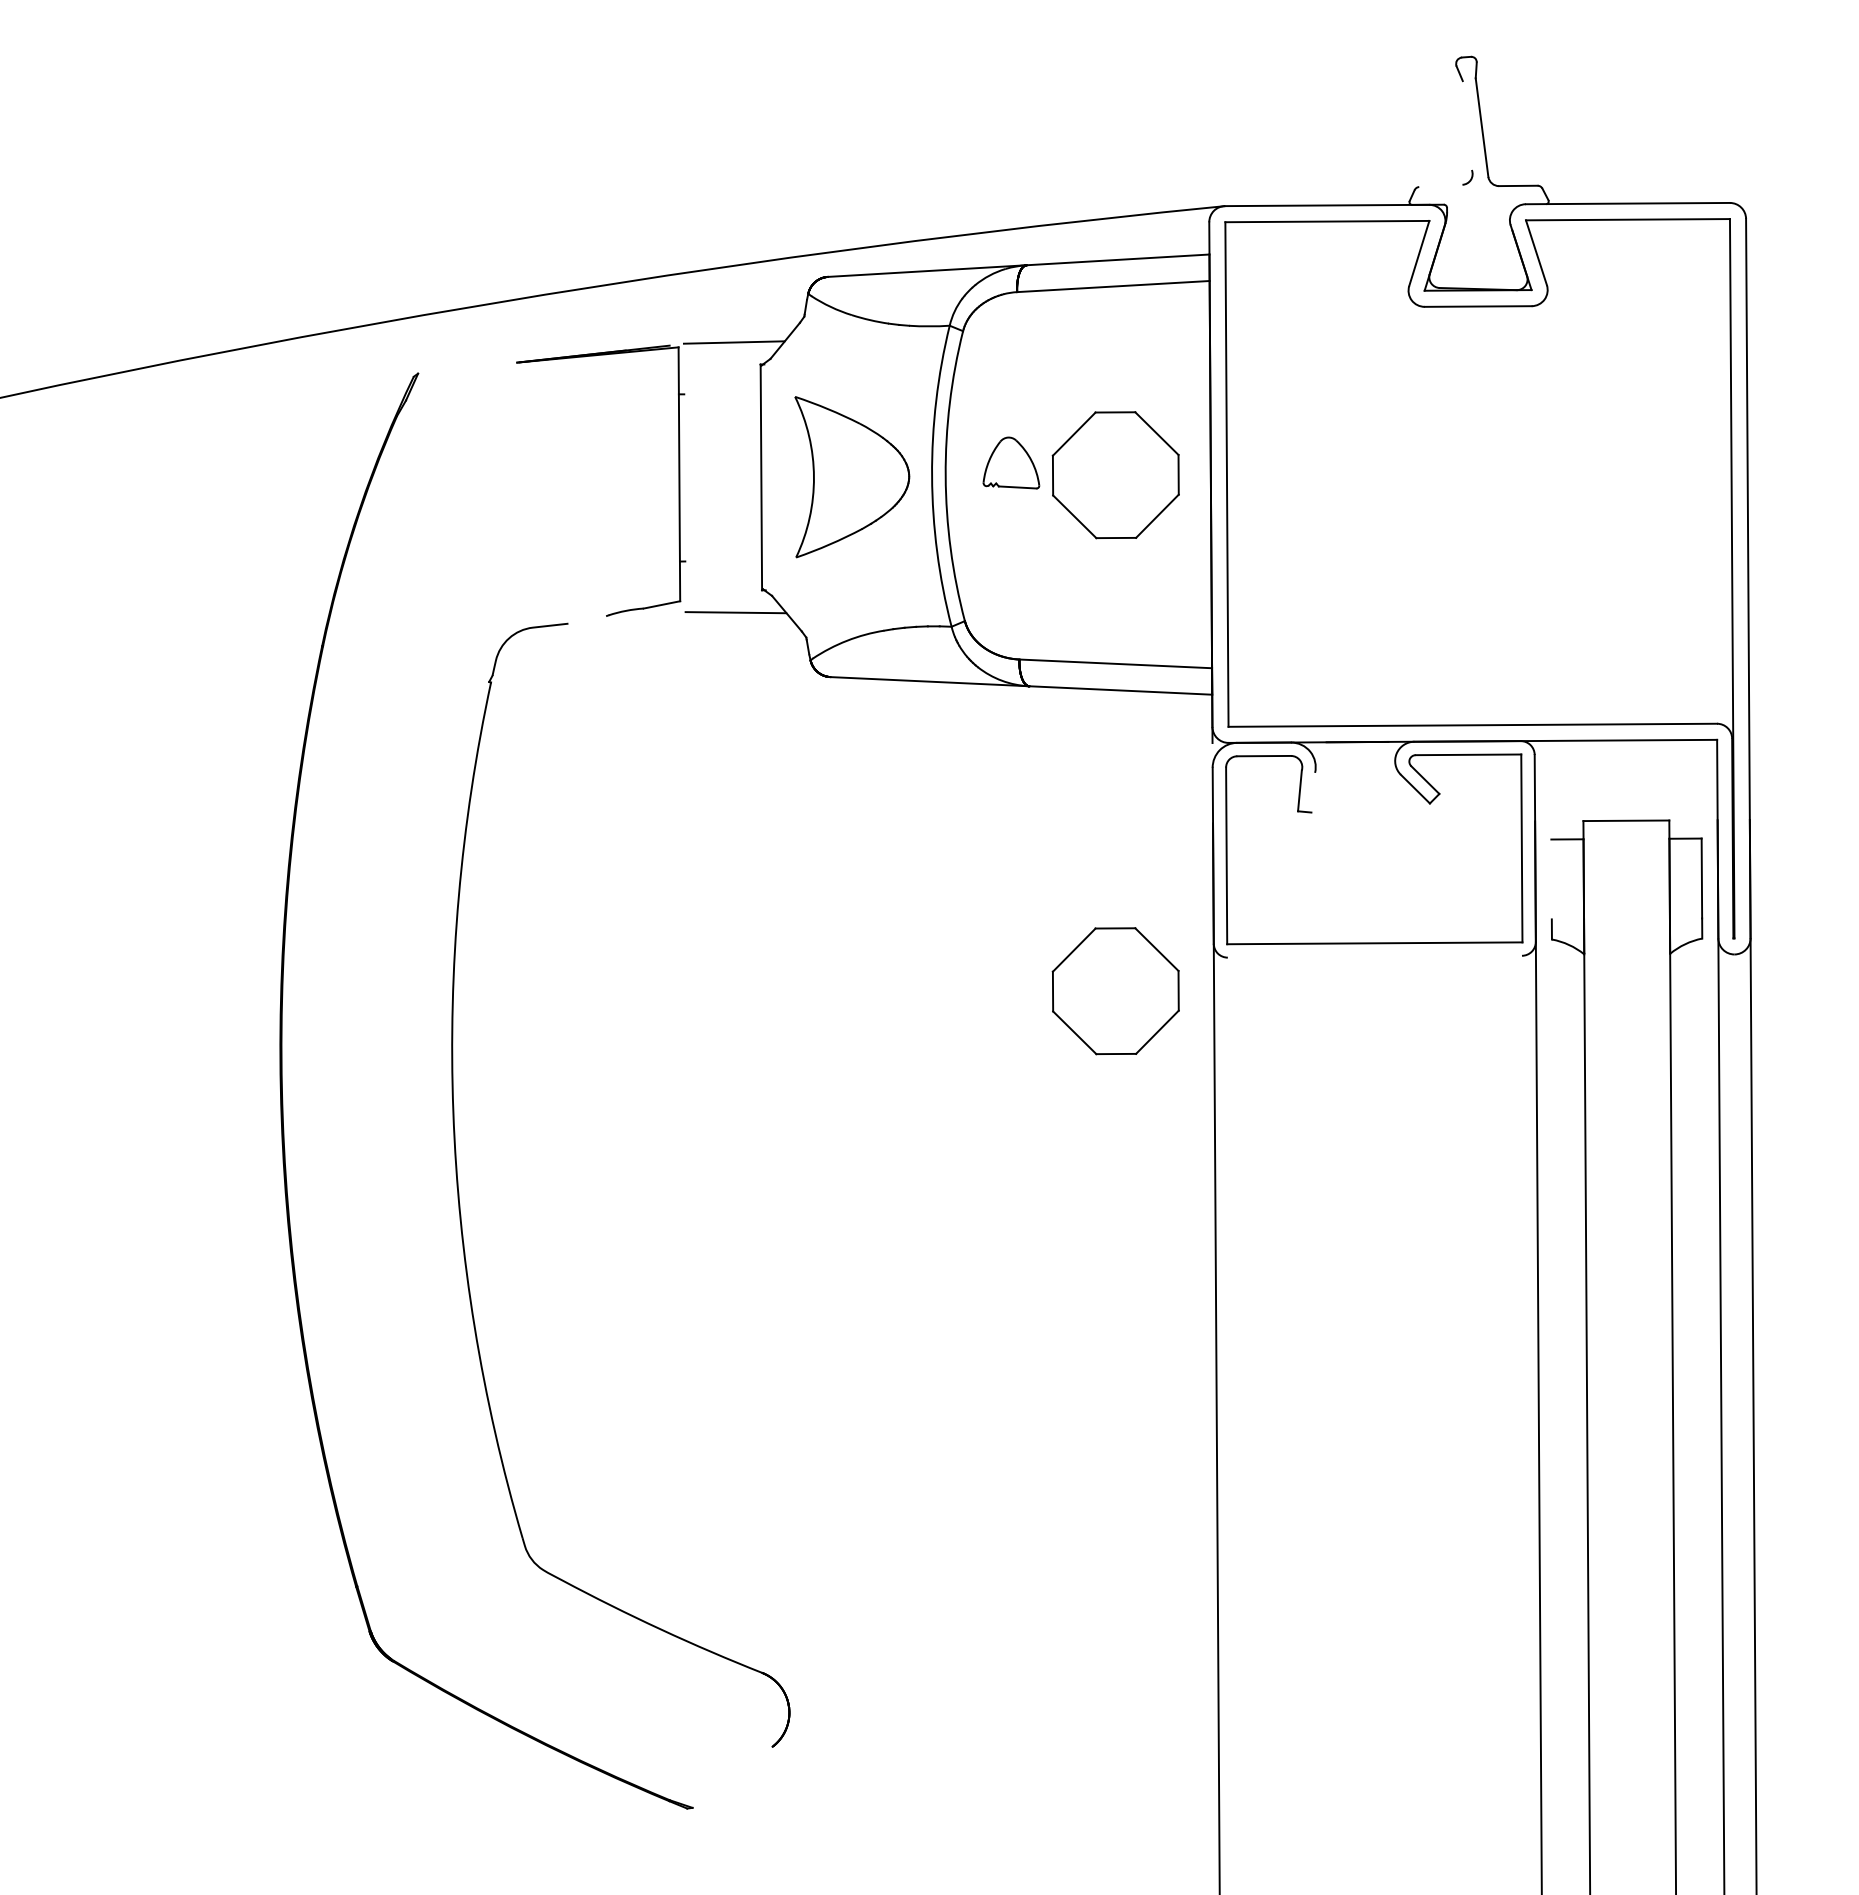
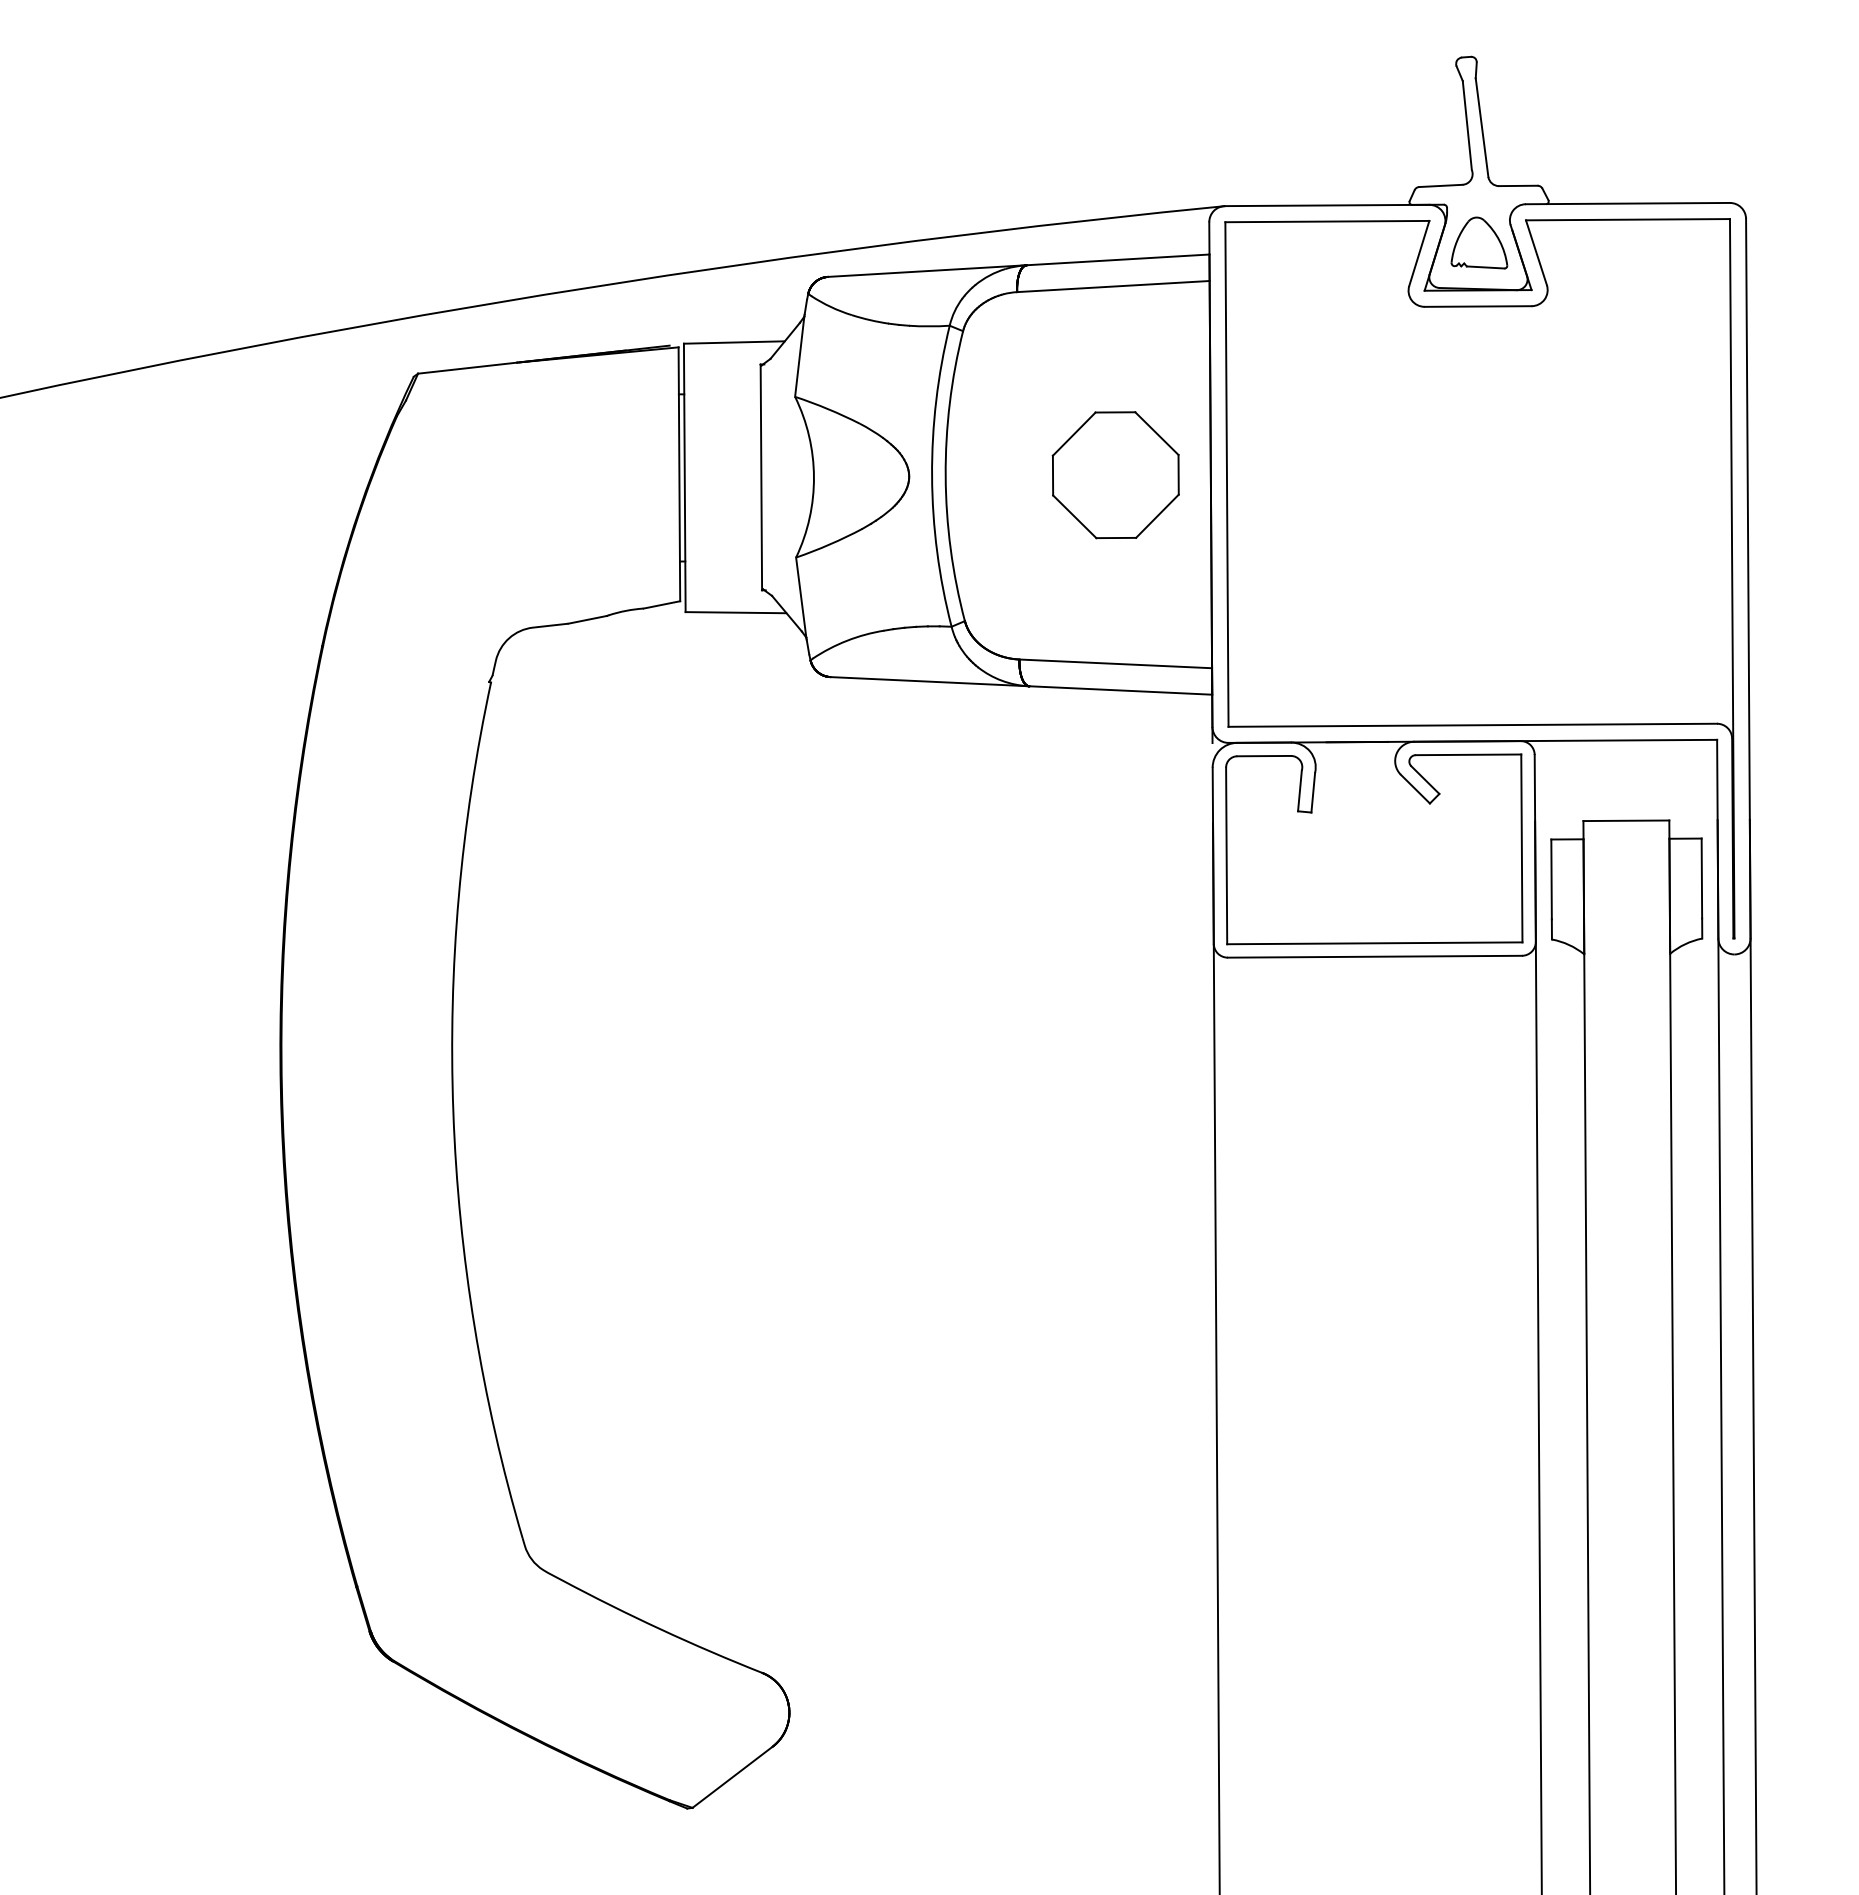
line at (1466, 125): none -> present
line at (1440, 185): none -> present
line at (799, 356): none -> present
line at (467, 367): none -> present
part at (1011, 462) position: (1011, 462) -> (1479, 242)
line at (684, 477): none -> present
line at (801, 597): none -> present
line at (587, 619): none -> present
line at (1313, 792): none -> present
line at (1551, 879): none -> present
line at (1374, 956): none -> present
part at (1115, 991): present -> none
line at (732, 1776): none -> present
